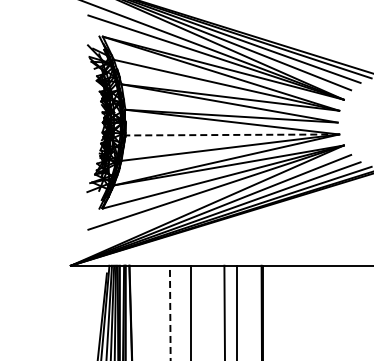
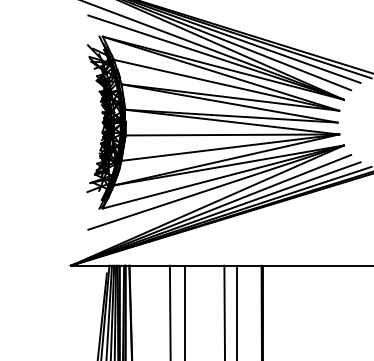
line at (232, 134): dashed -> solid
line at (190, 311) position: (190, 311) -> (184, 311)
line at (170, 312): dashed -> solid
